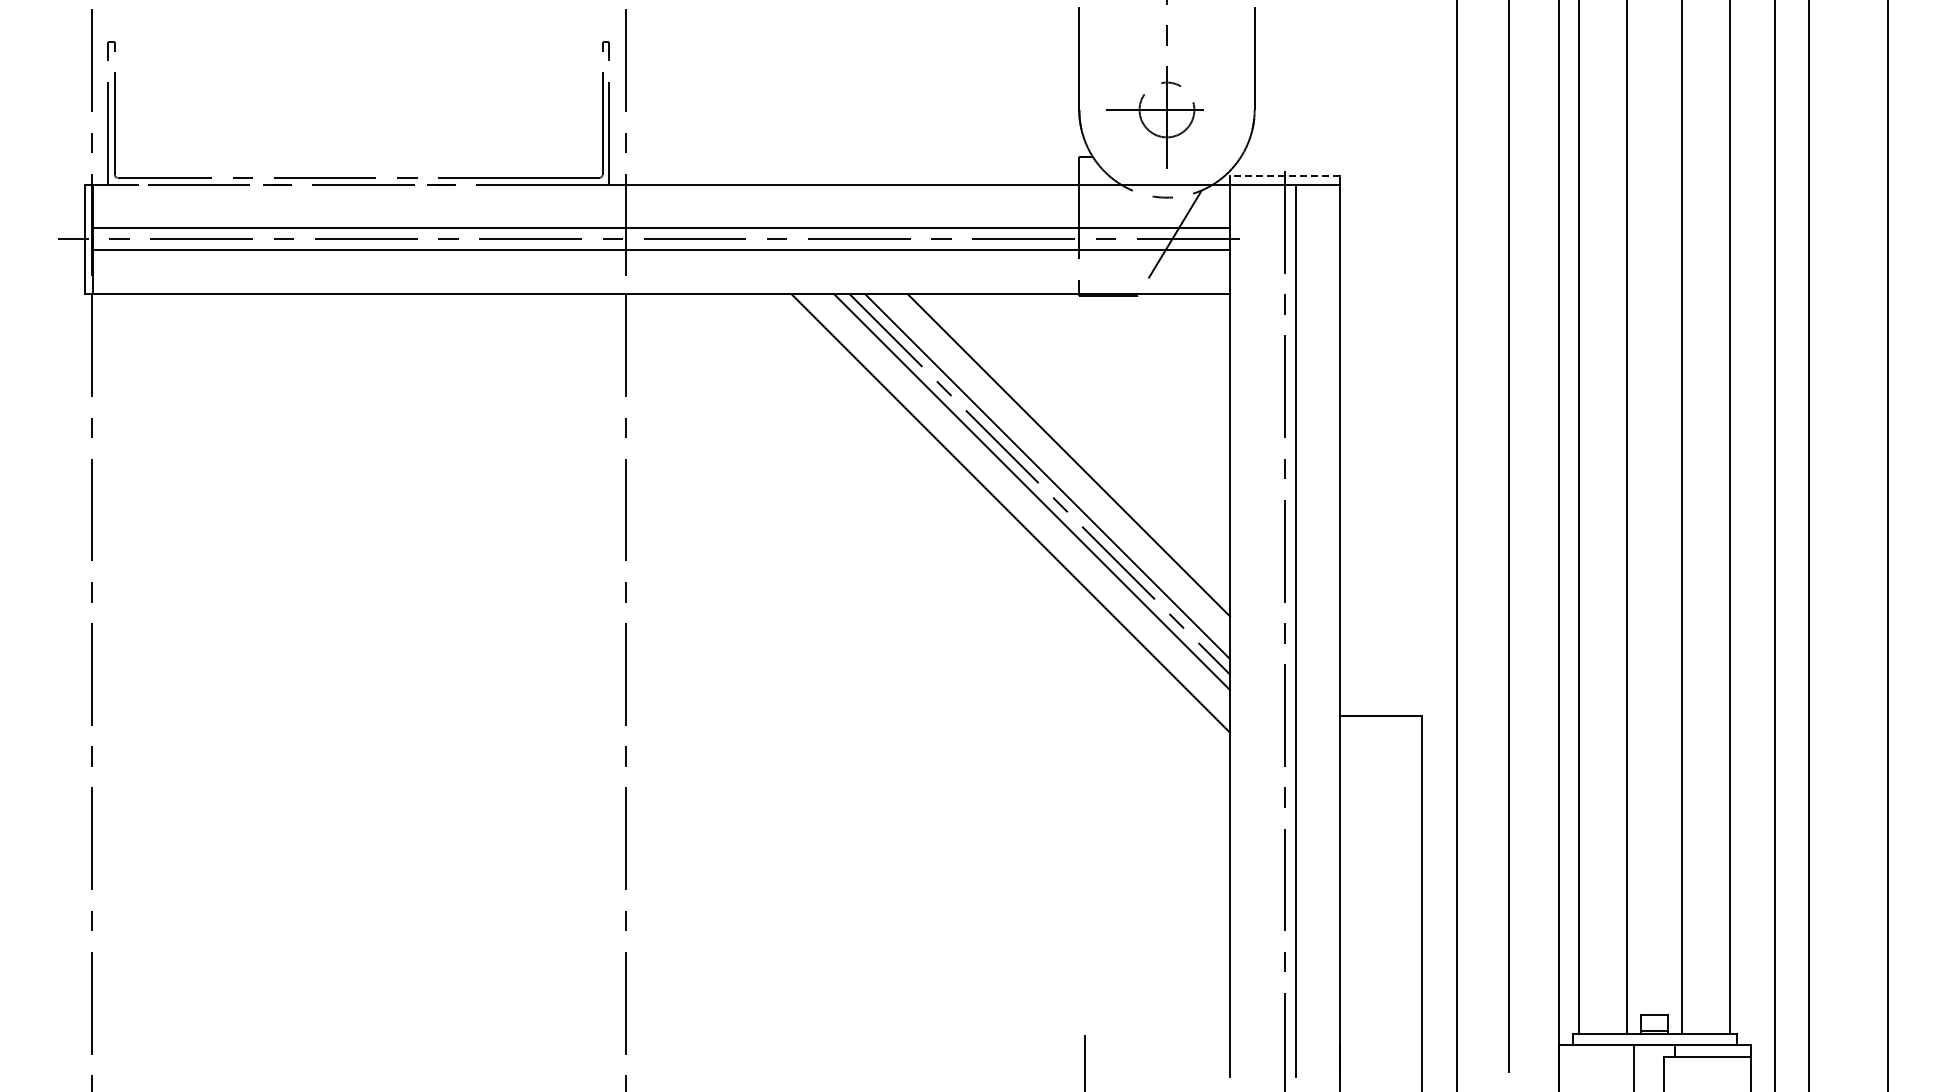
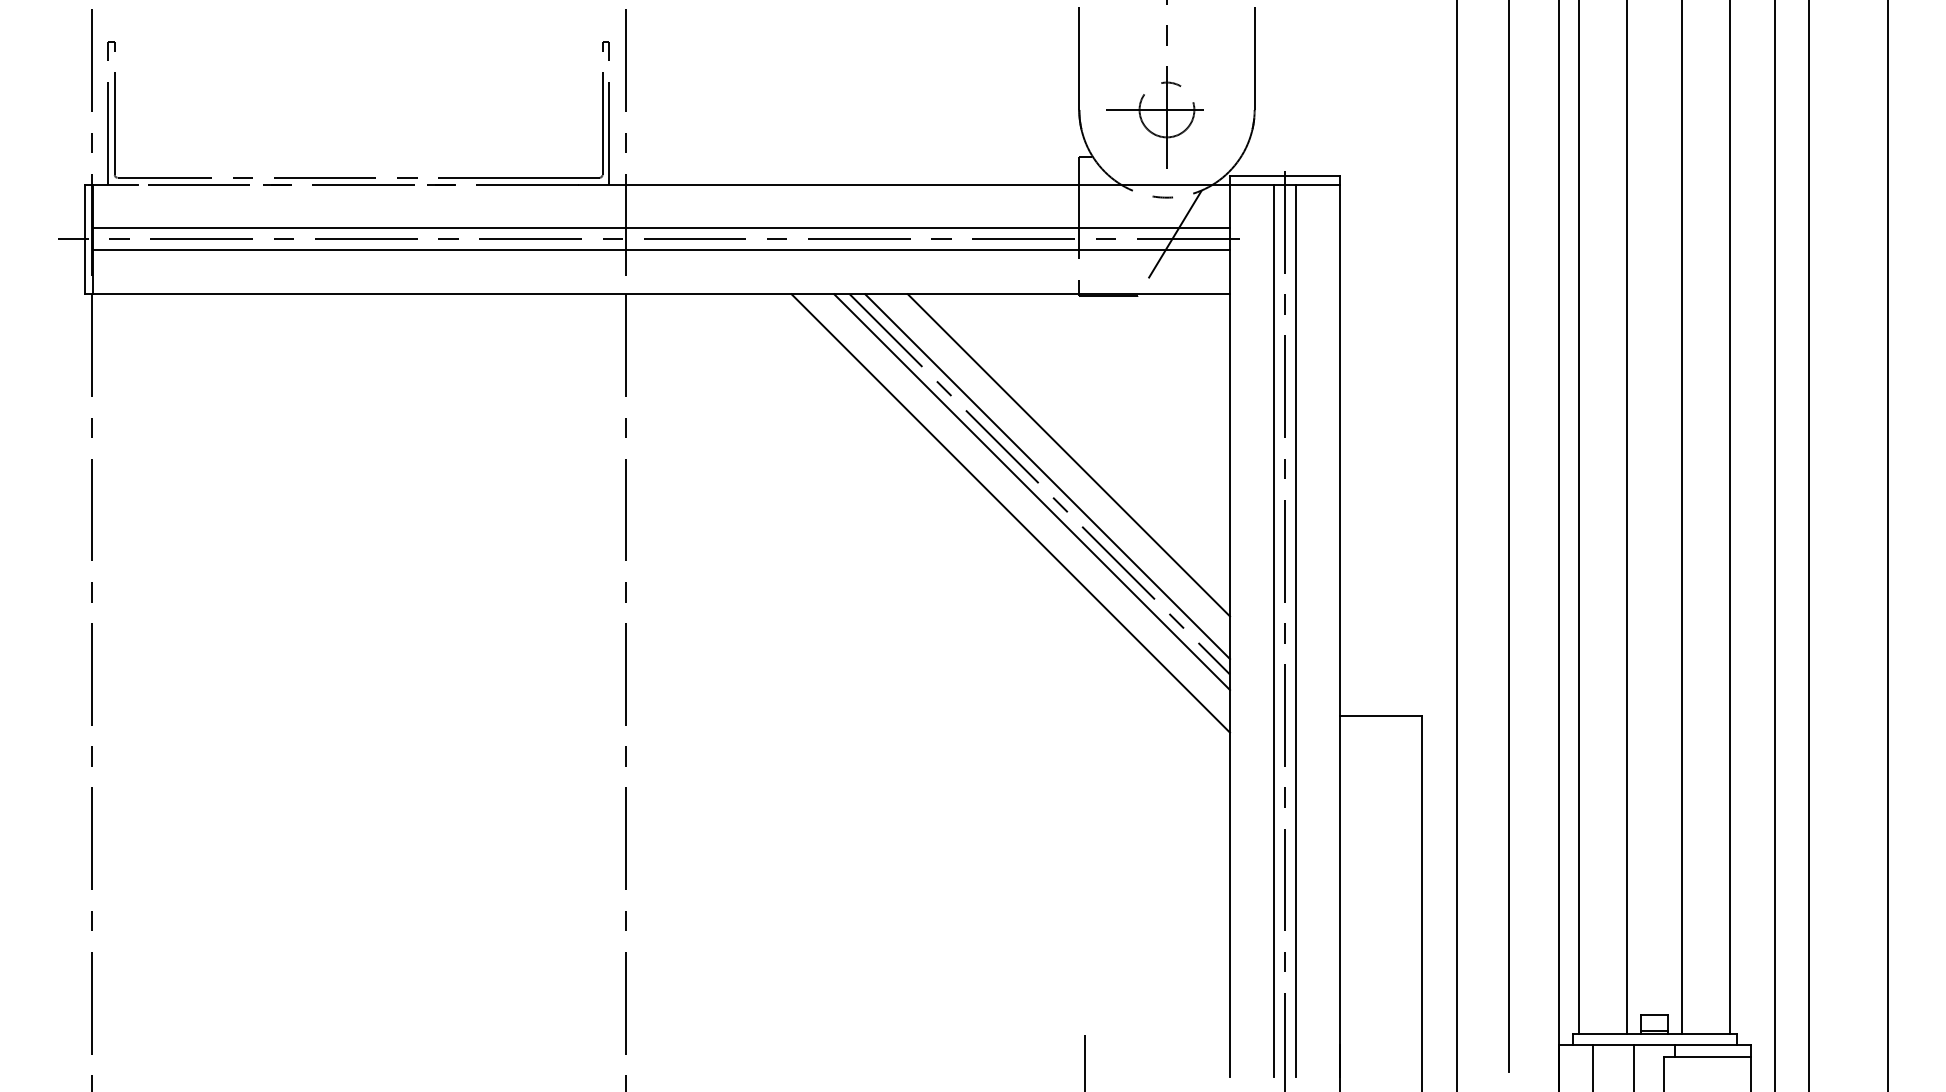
line at (1284, 176): dashed -> solid
line at (1273, 630): none -> present
line at (1593, 1066): none -> present
